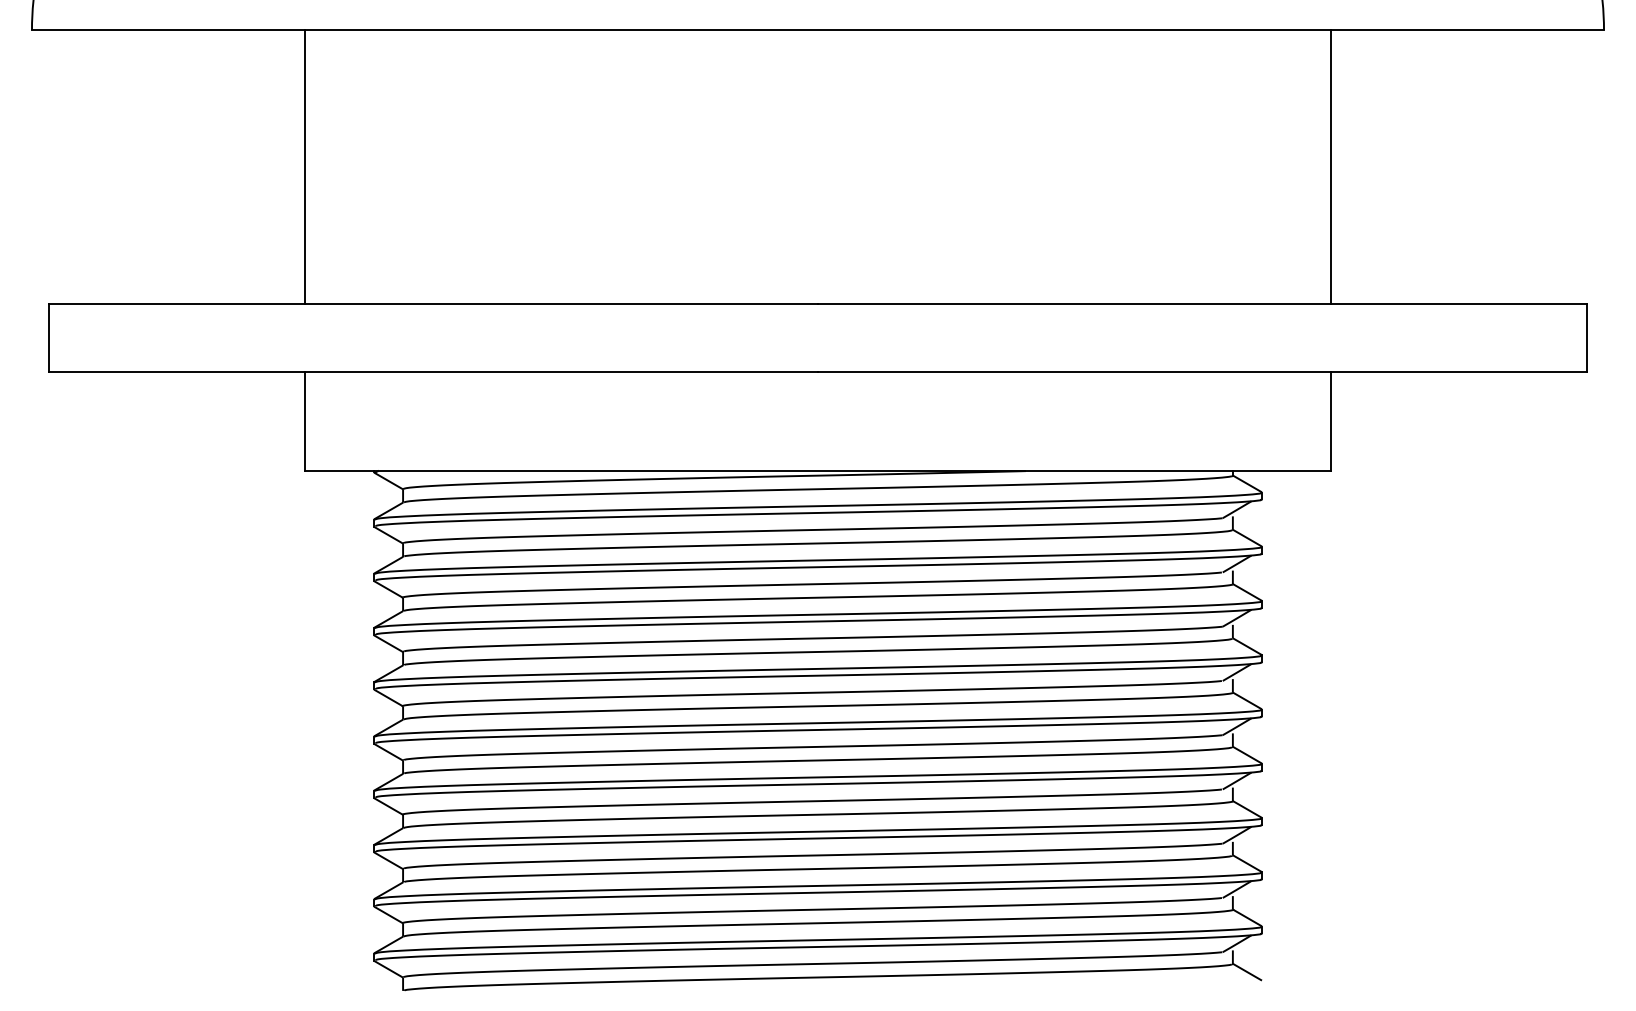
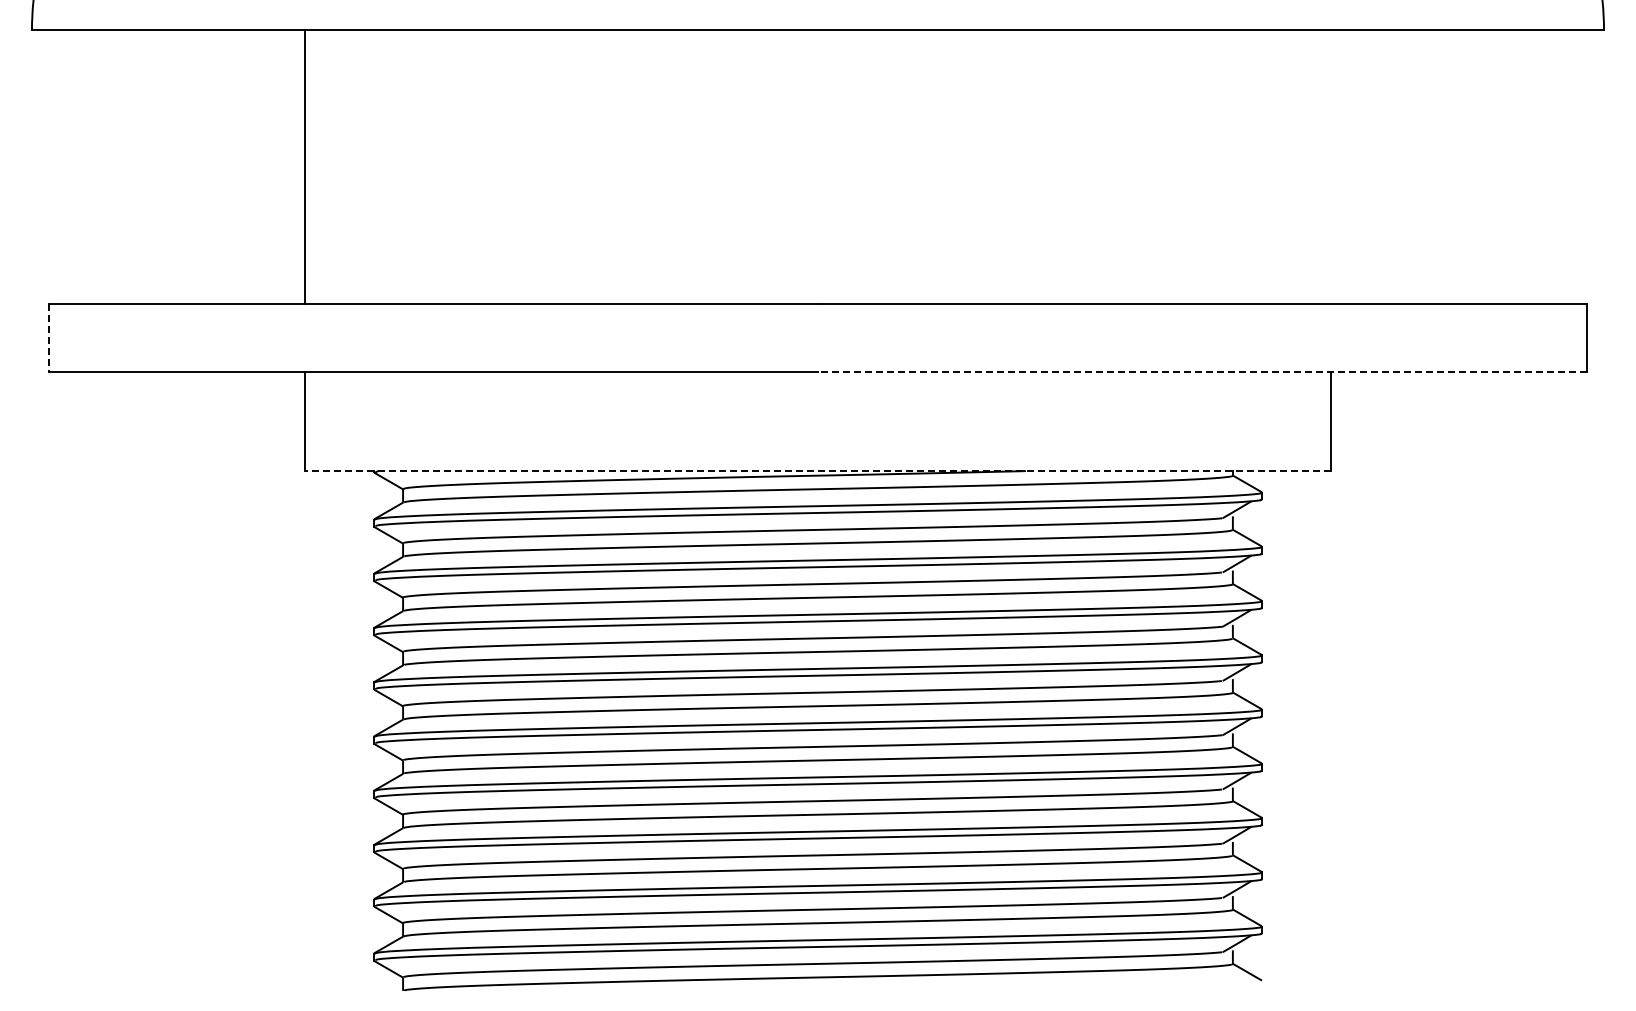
line at (1330, 166): present -> none
line at (49, 338): solid -> dashed
line at (1201, 371): solid -> dashed
line at (818, 471): solid -> dashed
